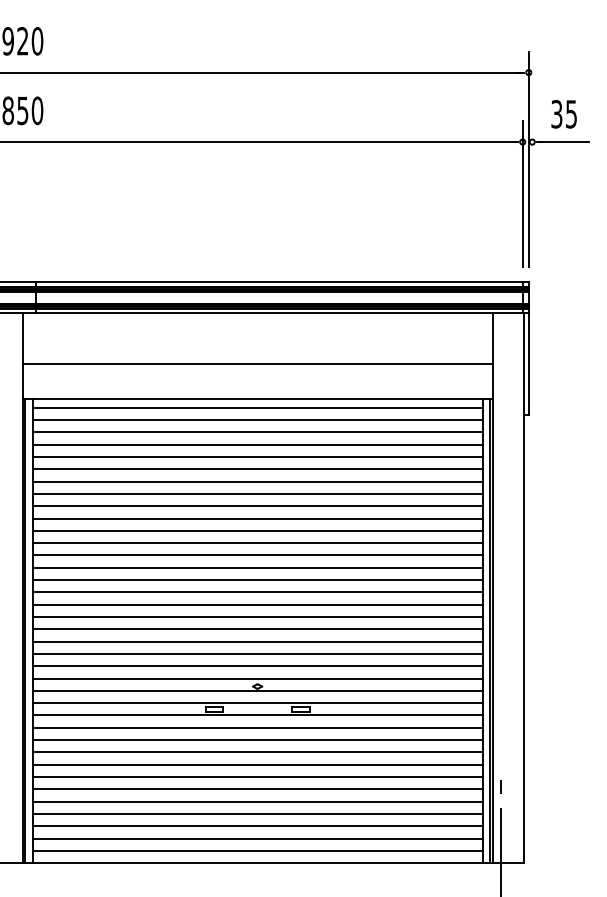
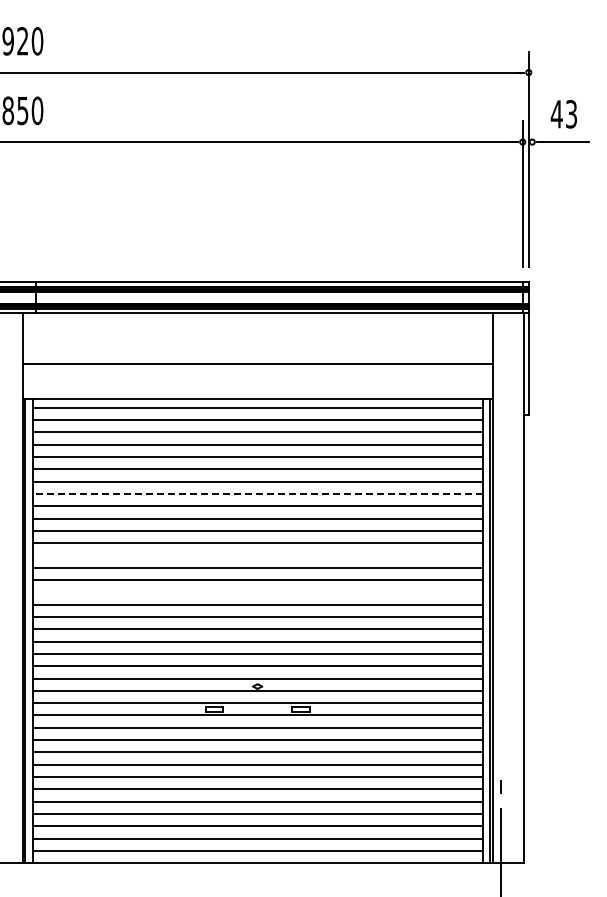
text at (563, 114): 35 -> 43
line at (257, 493): solid -> dashed
line at (257, 555): present -> none
line at (257, 592): present -> none
